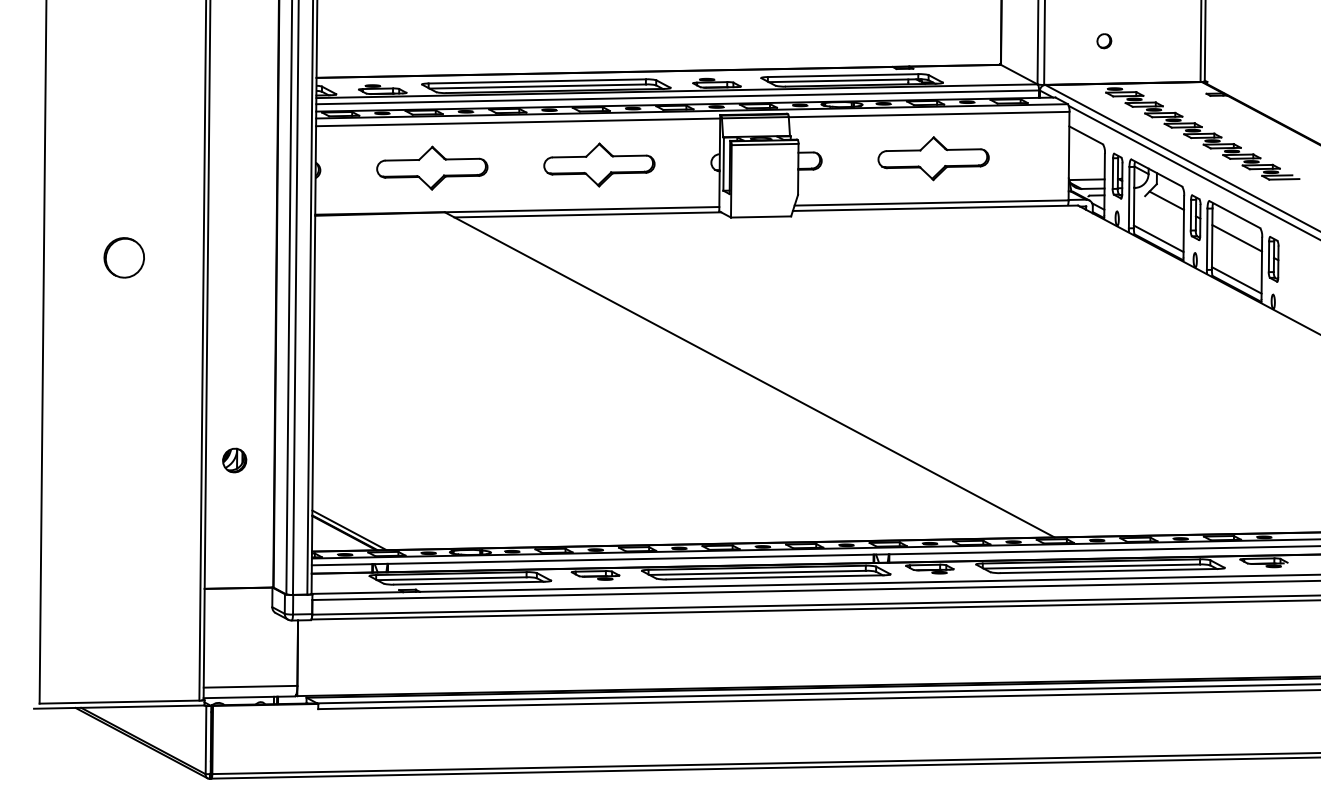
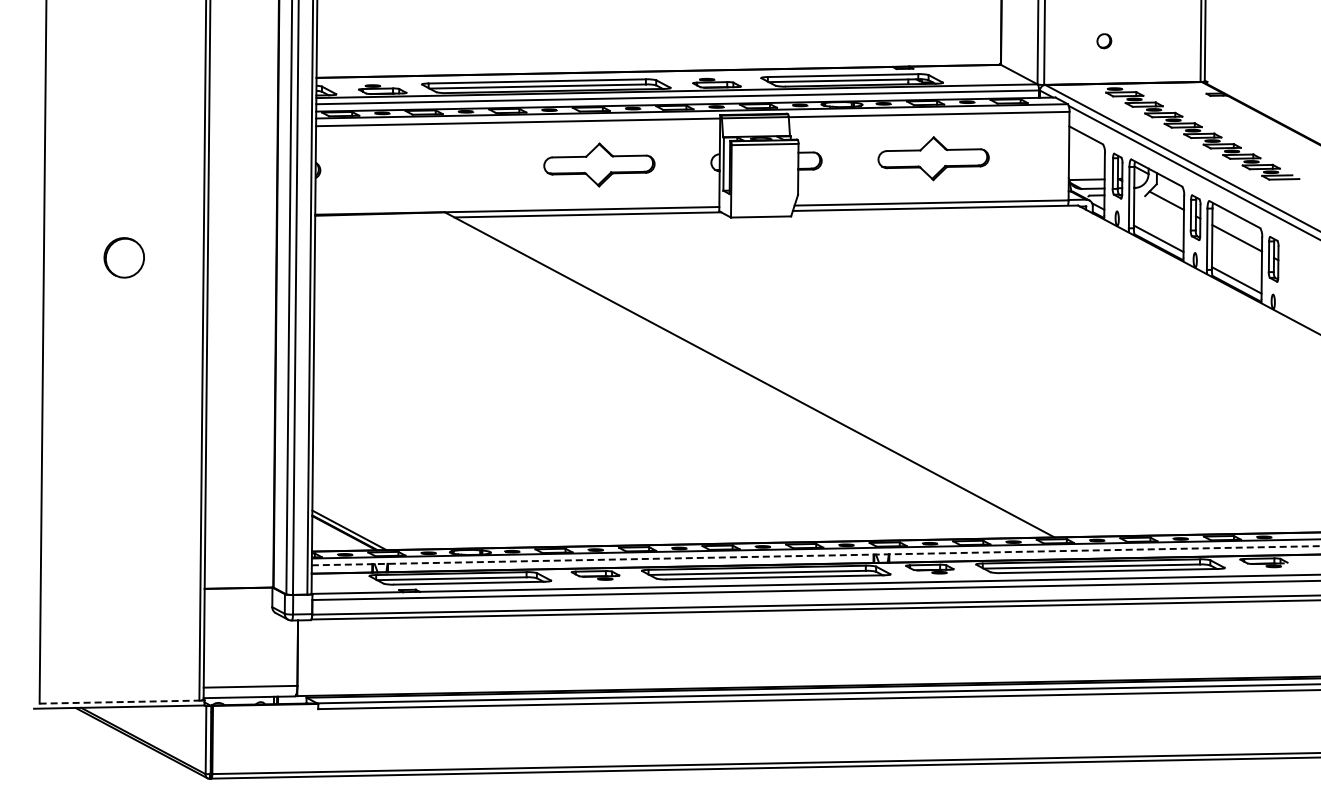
part at (432, 167): present -> none
part at (234, 460): present -> none
line at (816, 555): solid -> dashed
line at (119, 702): solid -> dashed
